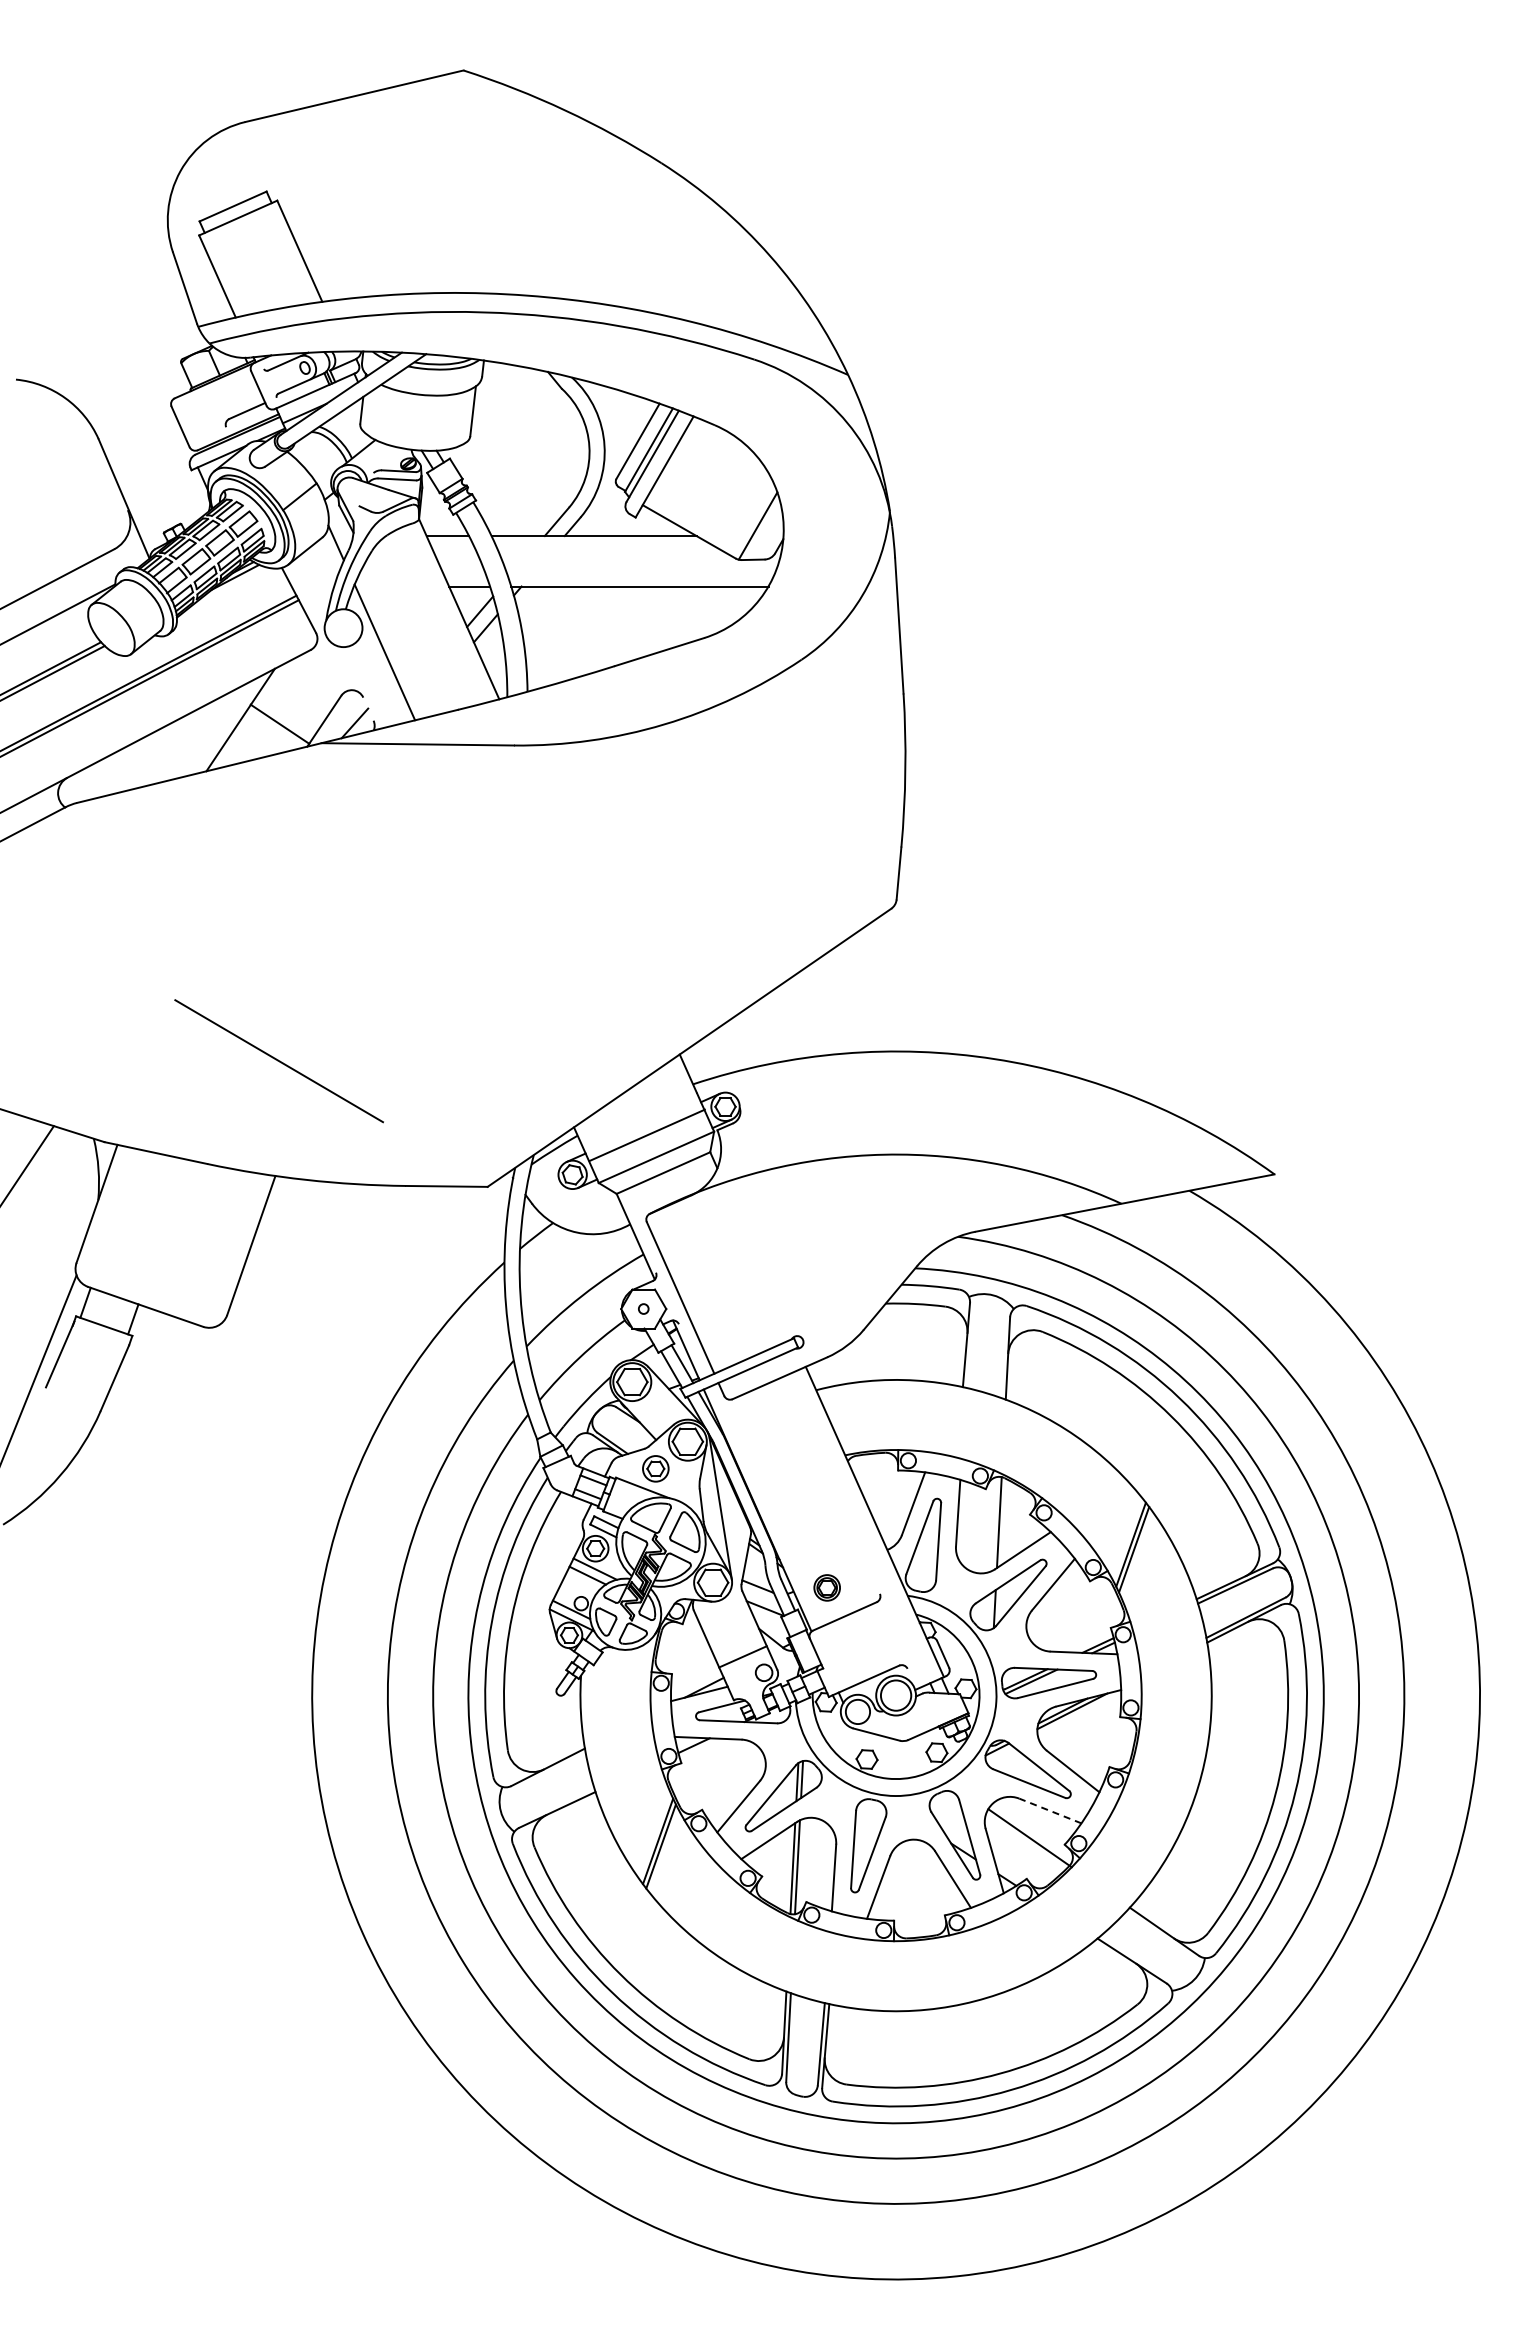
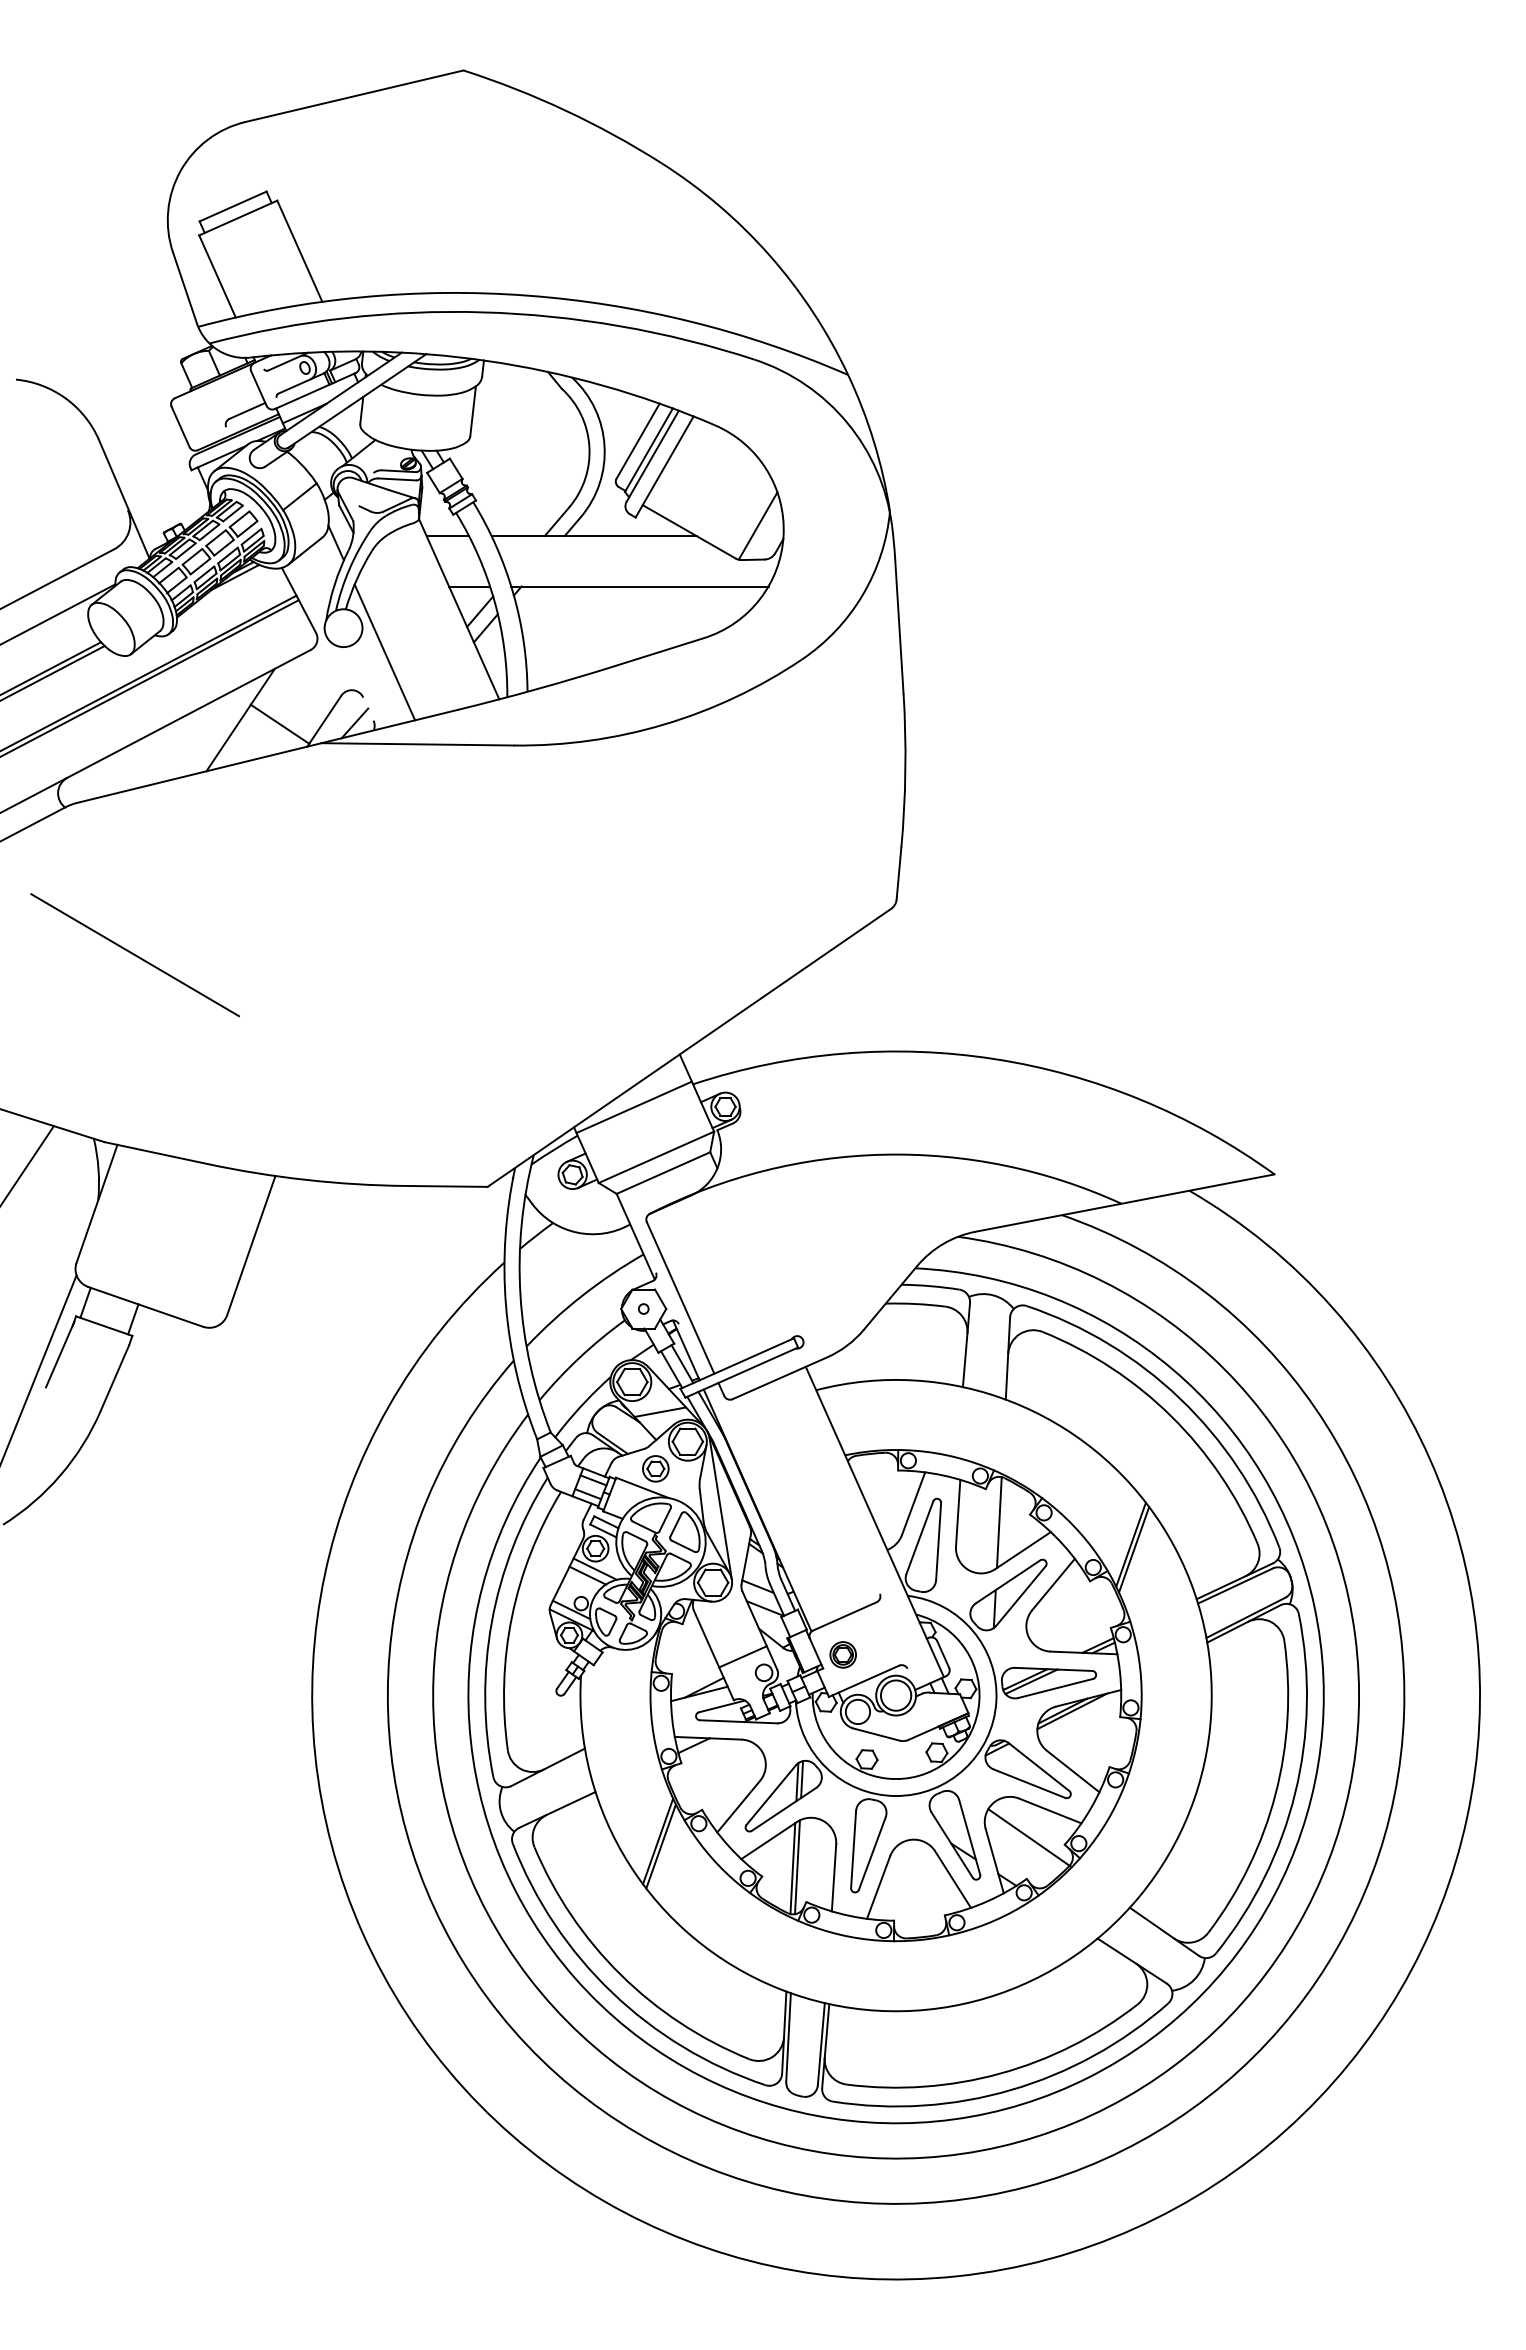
line at (278, 1061) position: (278, 1061) -> (134, 955)
line at (646, 1135) position: (646, 1135) -> (633, 1107)
line at (660, 1411): none -> present
part at (826, 1587) position: (826, 1587) -> (842, 1654)
line at (1049, 1810): dashed -> solid
